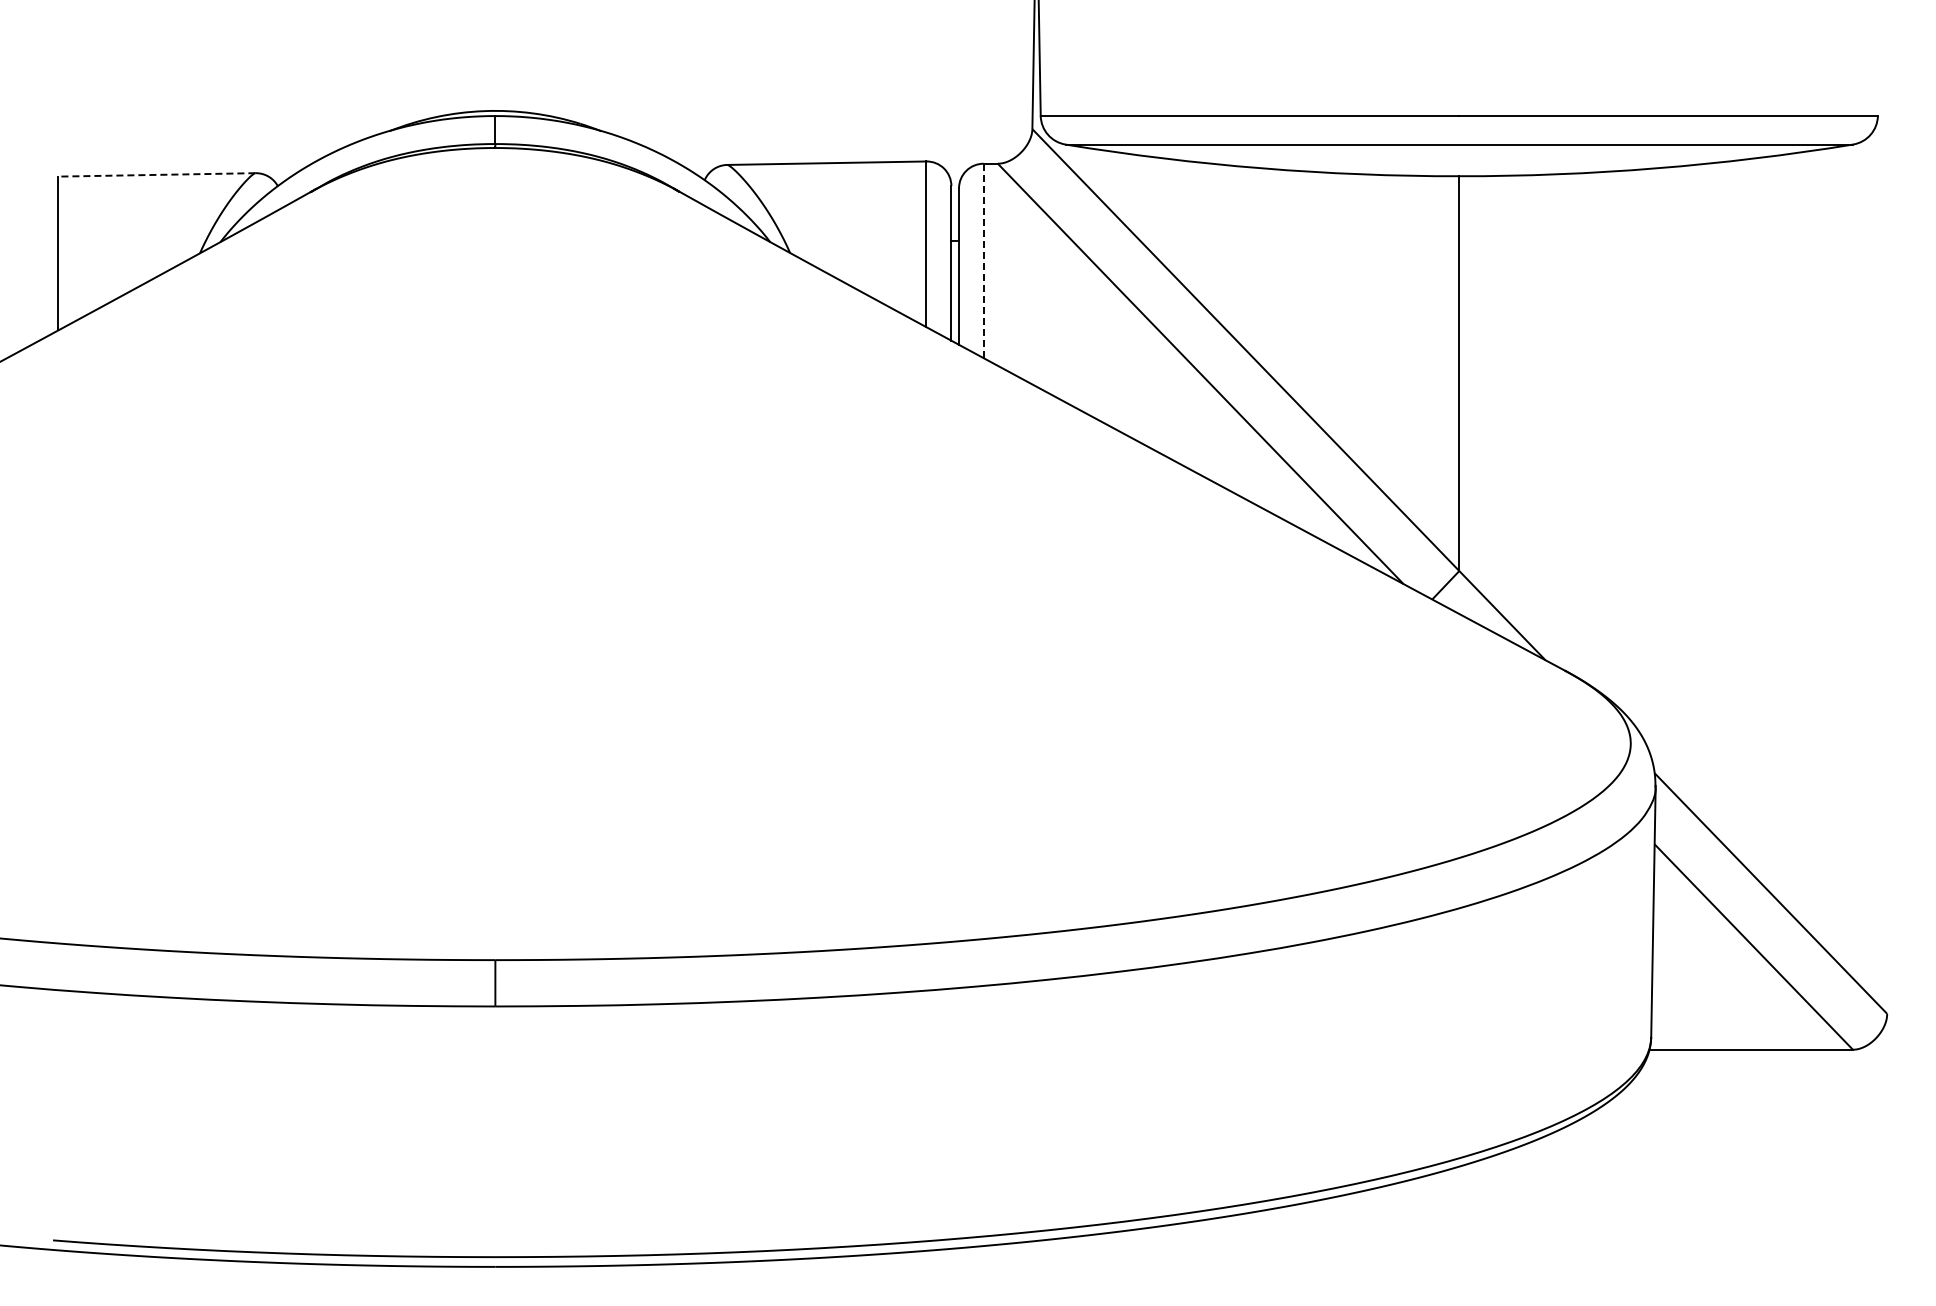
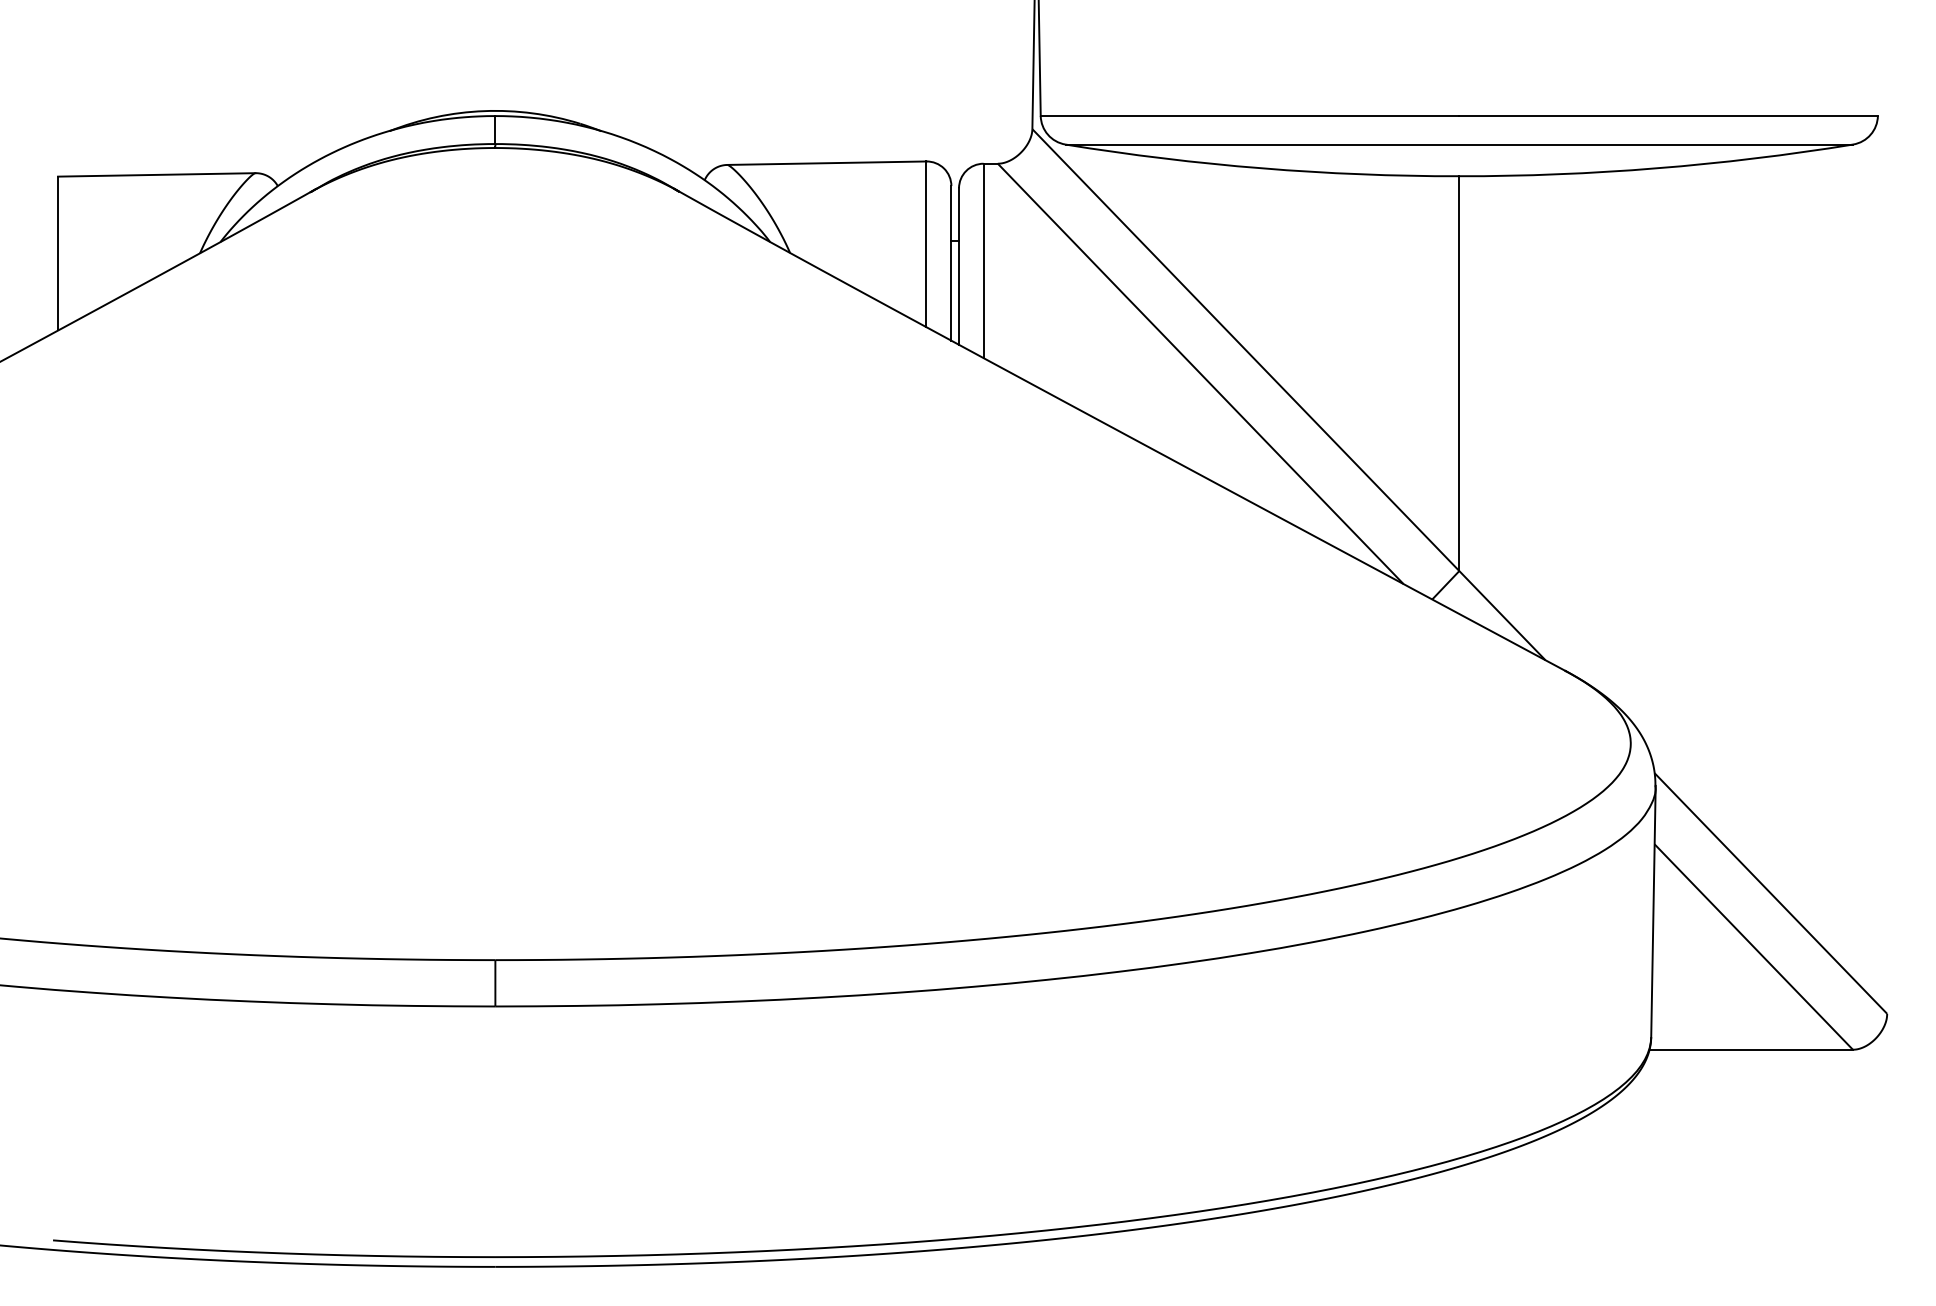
line at (156, 174): dashed -> solid
line at (983, 261): dashed -> solid
